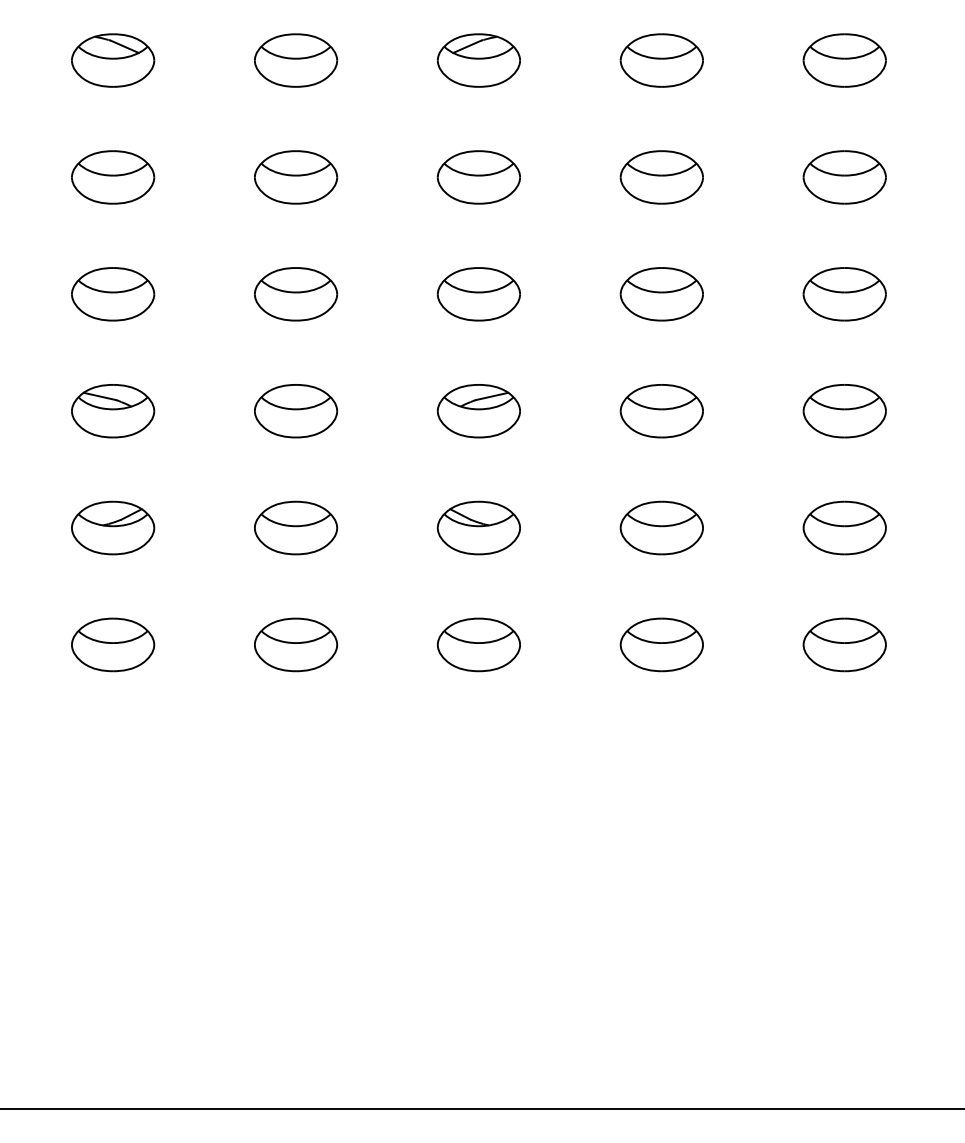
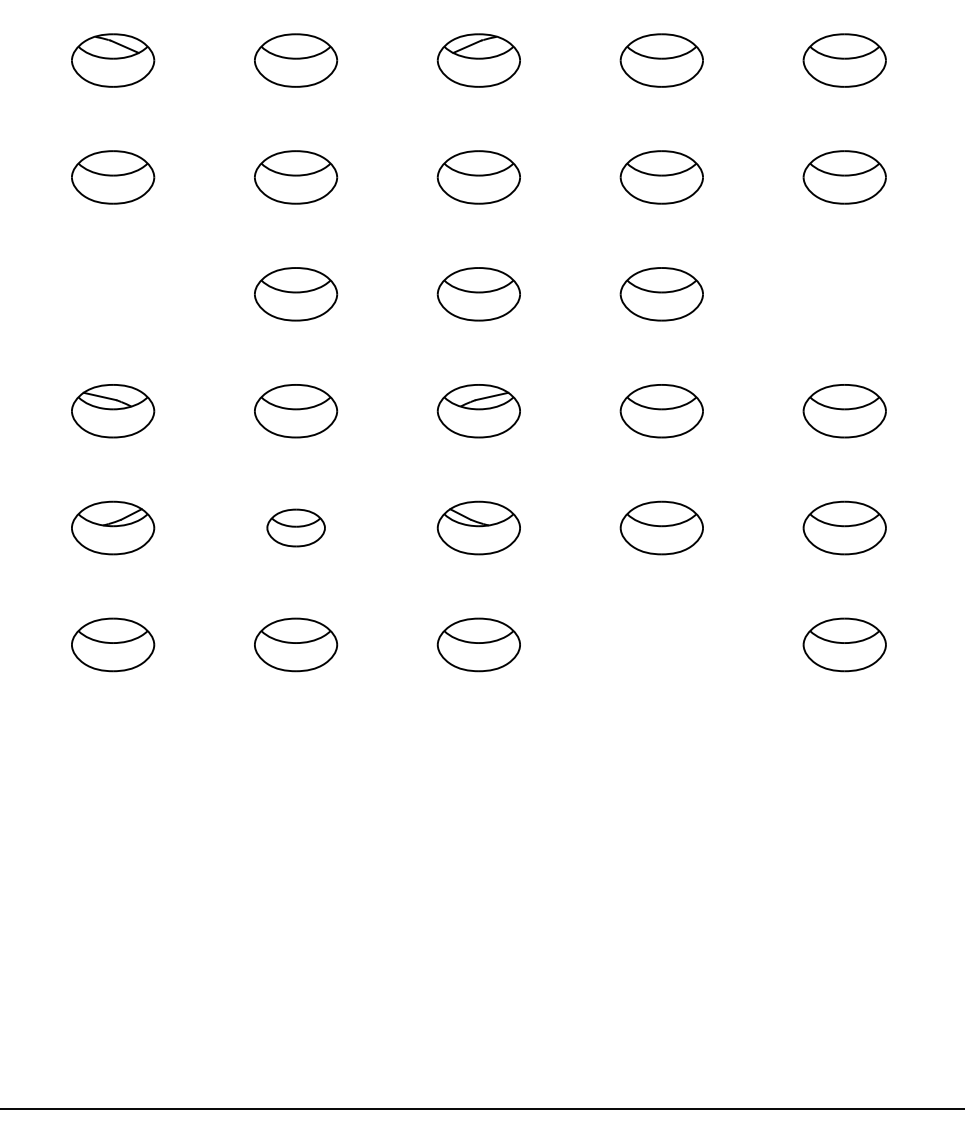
part at (113, 294): present -> none
part at (844, 294): present -> none
part at (296, 527) size: 85x56 px -> 60x40 px
part at (661, 644): present -> none
